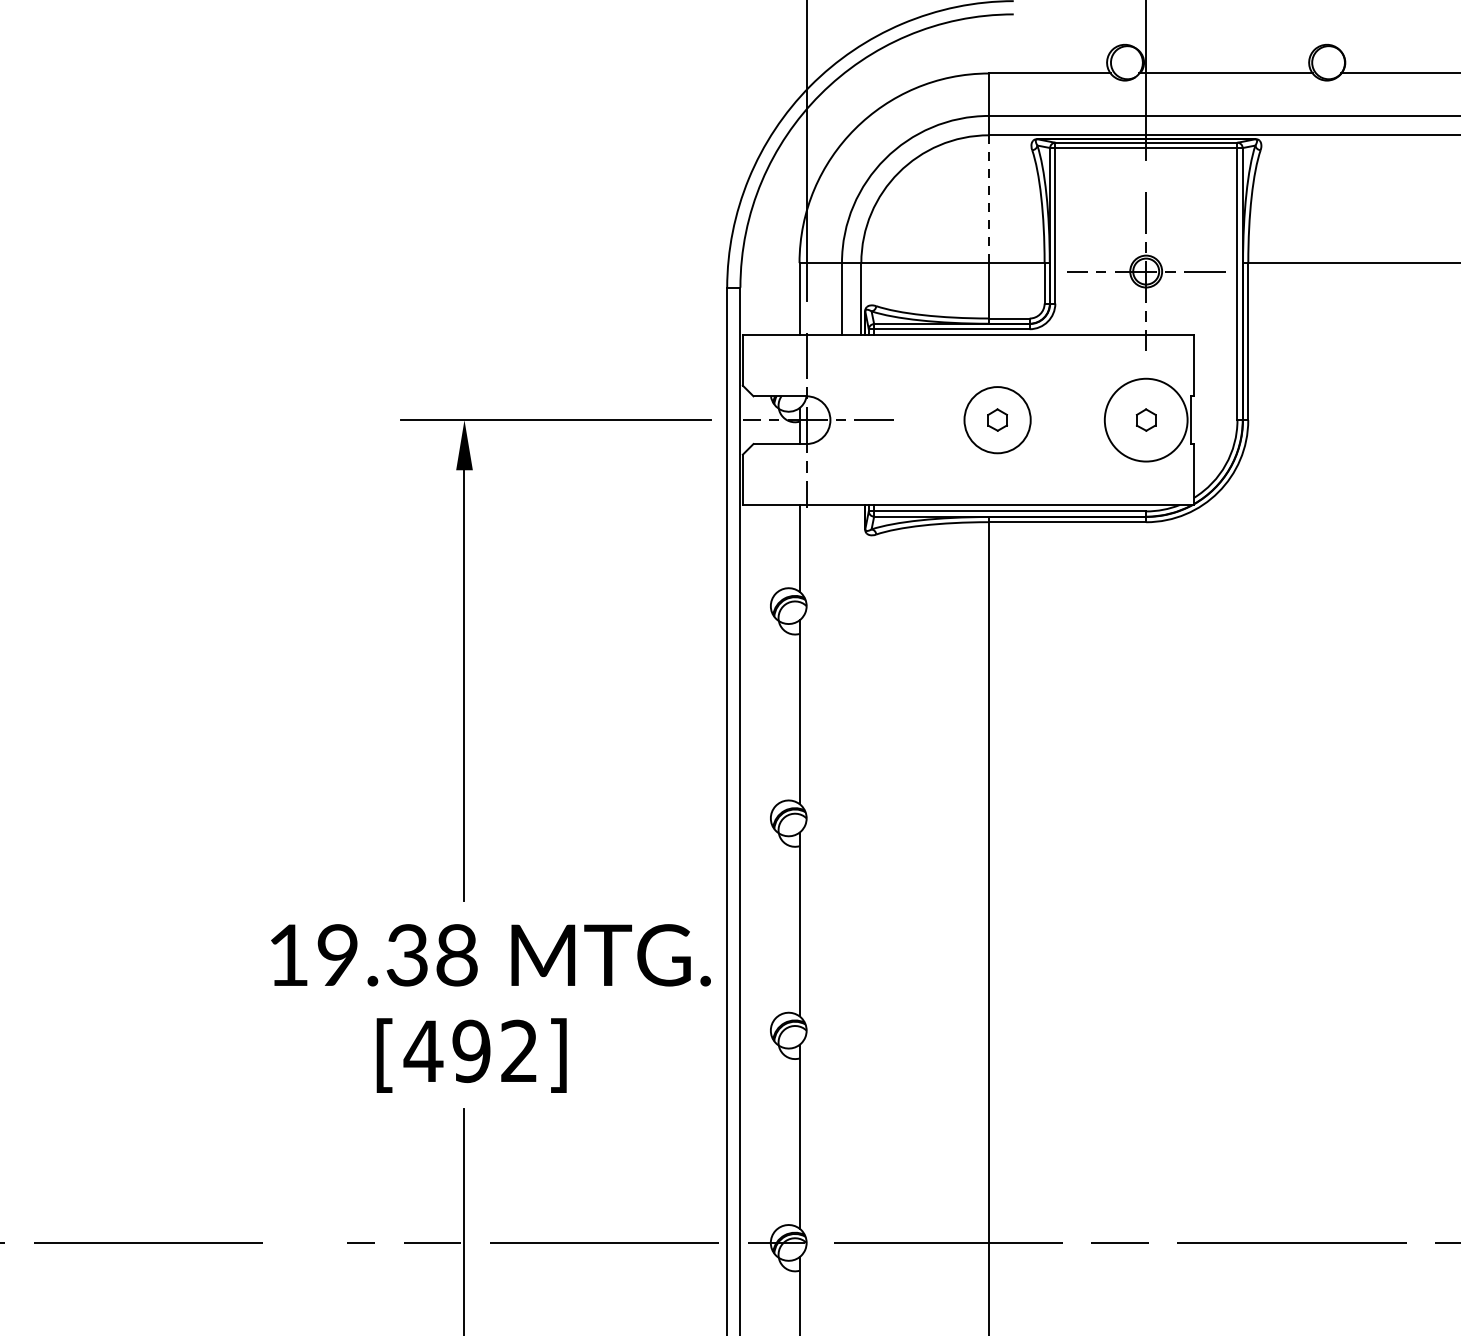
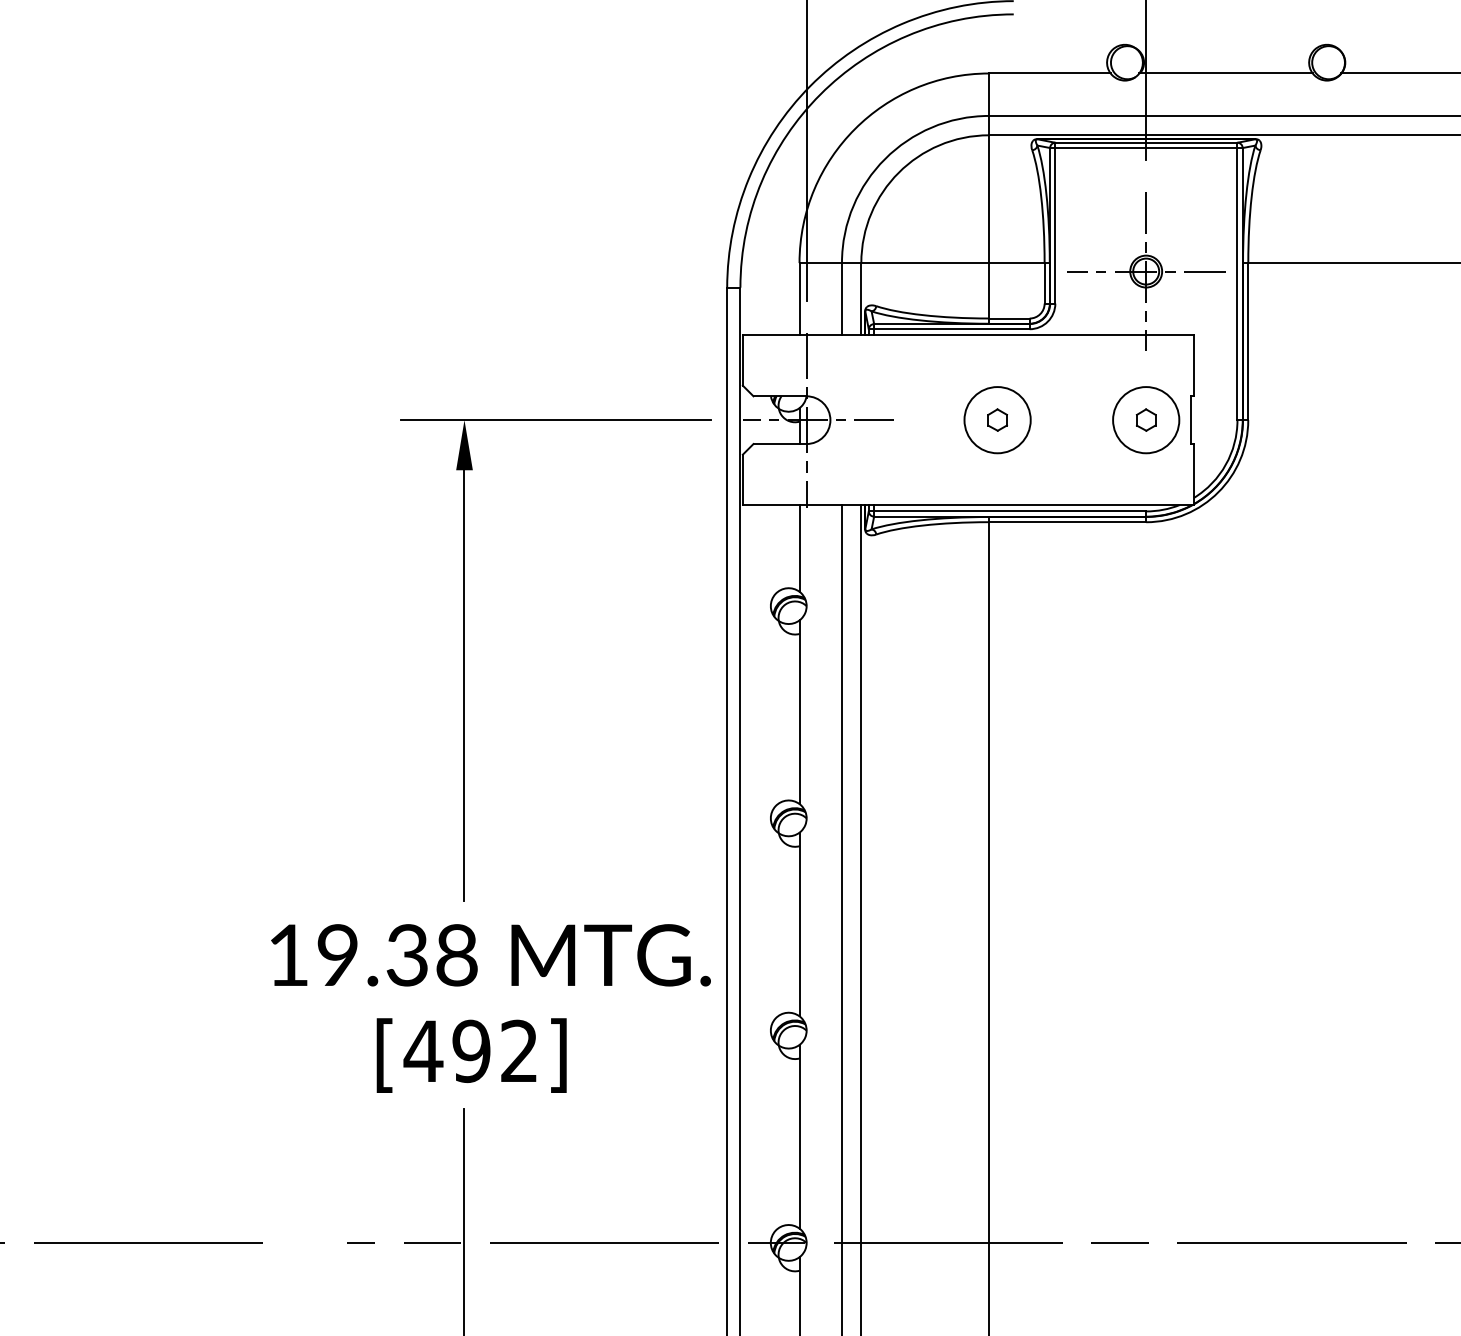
line at (989, 198): dashed -> solid
circle at (1145, 419) diameter: 83 px -> 66 px
line at (841, 918): none -> present
line at (861, 918): none -> present
